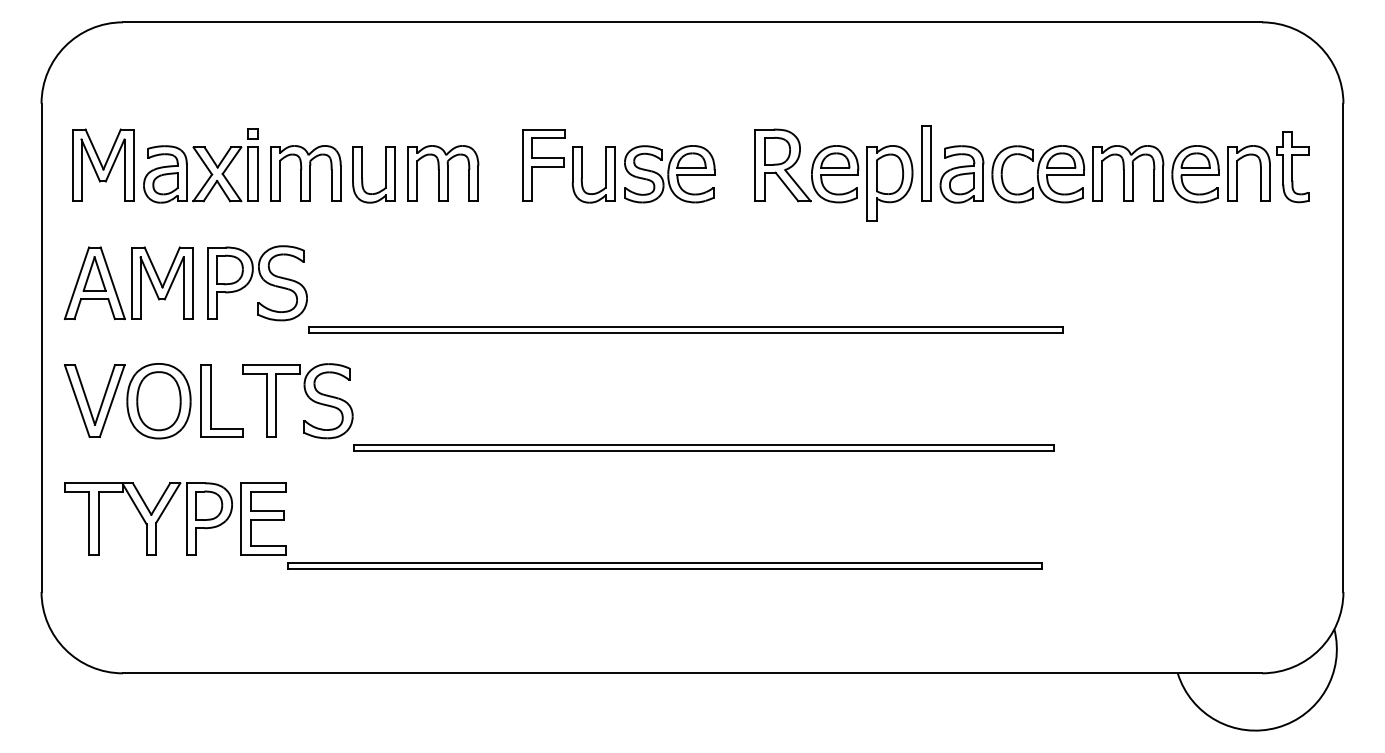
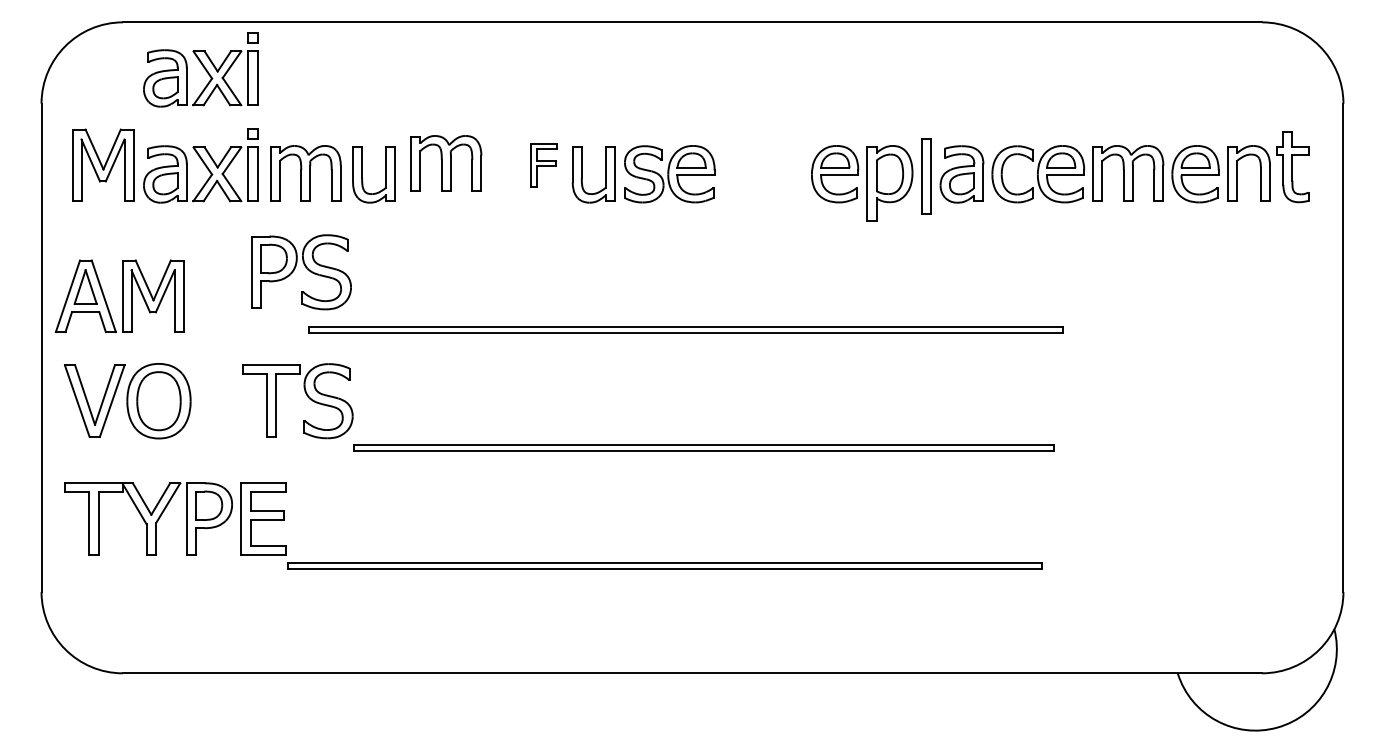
part at (200, 69): none -> present
part at (926, 163) position: (926, 163) -> (926, 176)
part at (543, 165) size: 44x73 px -> 28x45 px
part at (782, 165): present -> none
part at (443, 173) position: (443, 173) -> (446, 163)
part at (261, 278) position: (261, 278) -> (305, 267)
part at (128, 283) position: (128, 283) -> (119, 296)
part at (211, 400): present -> none
